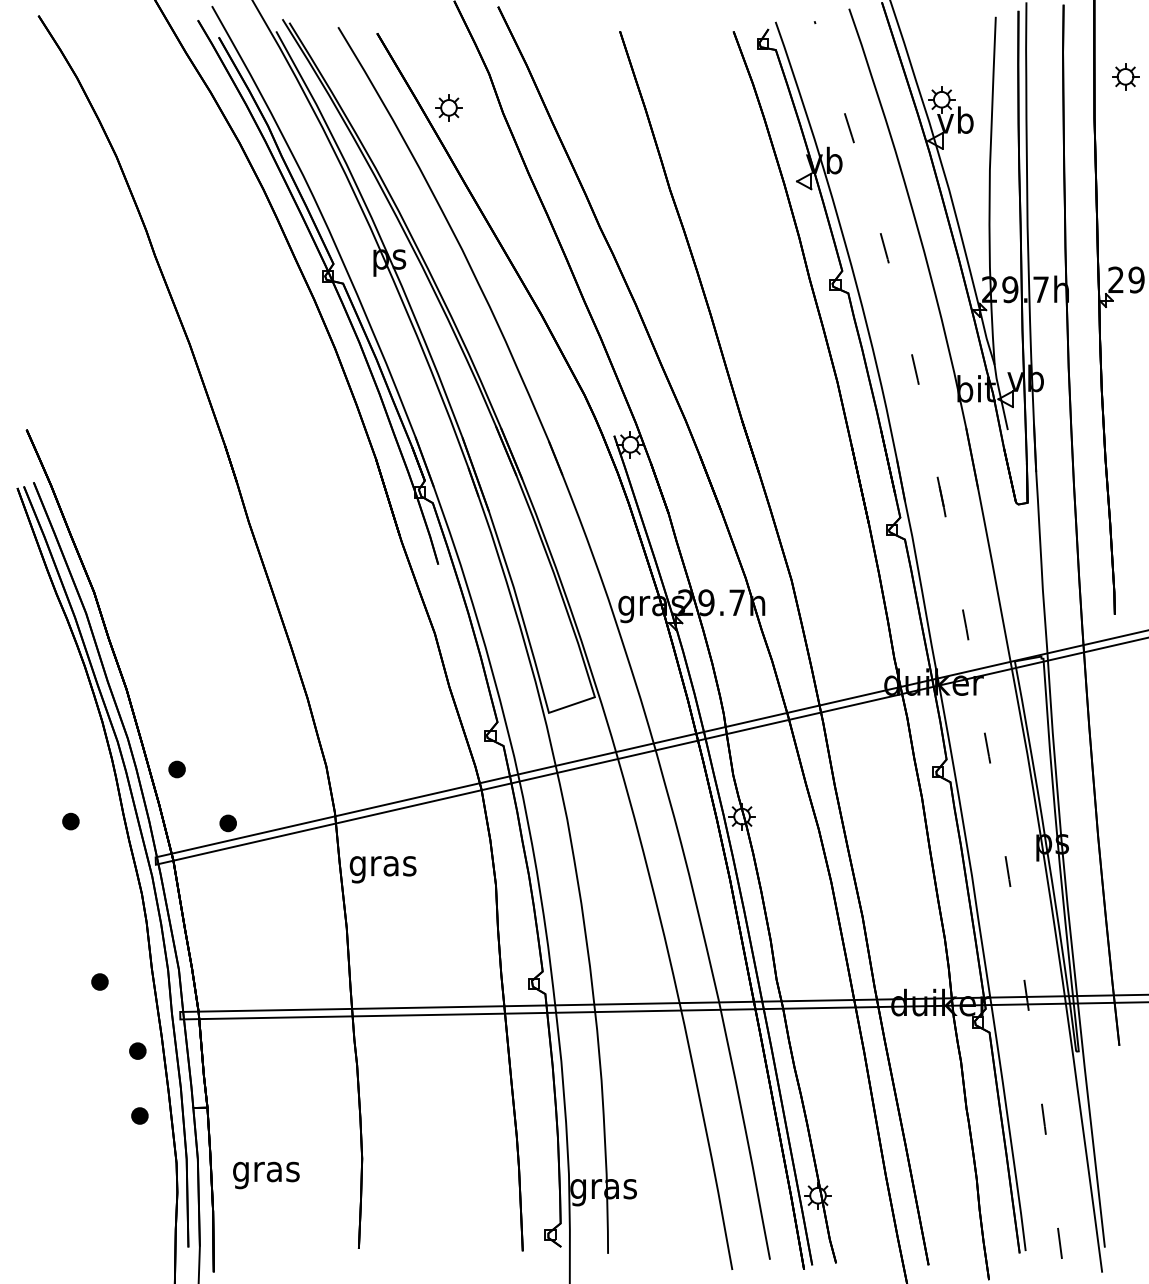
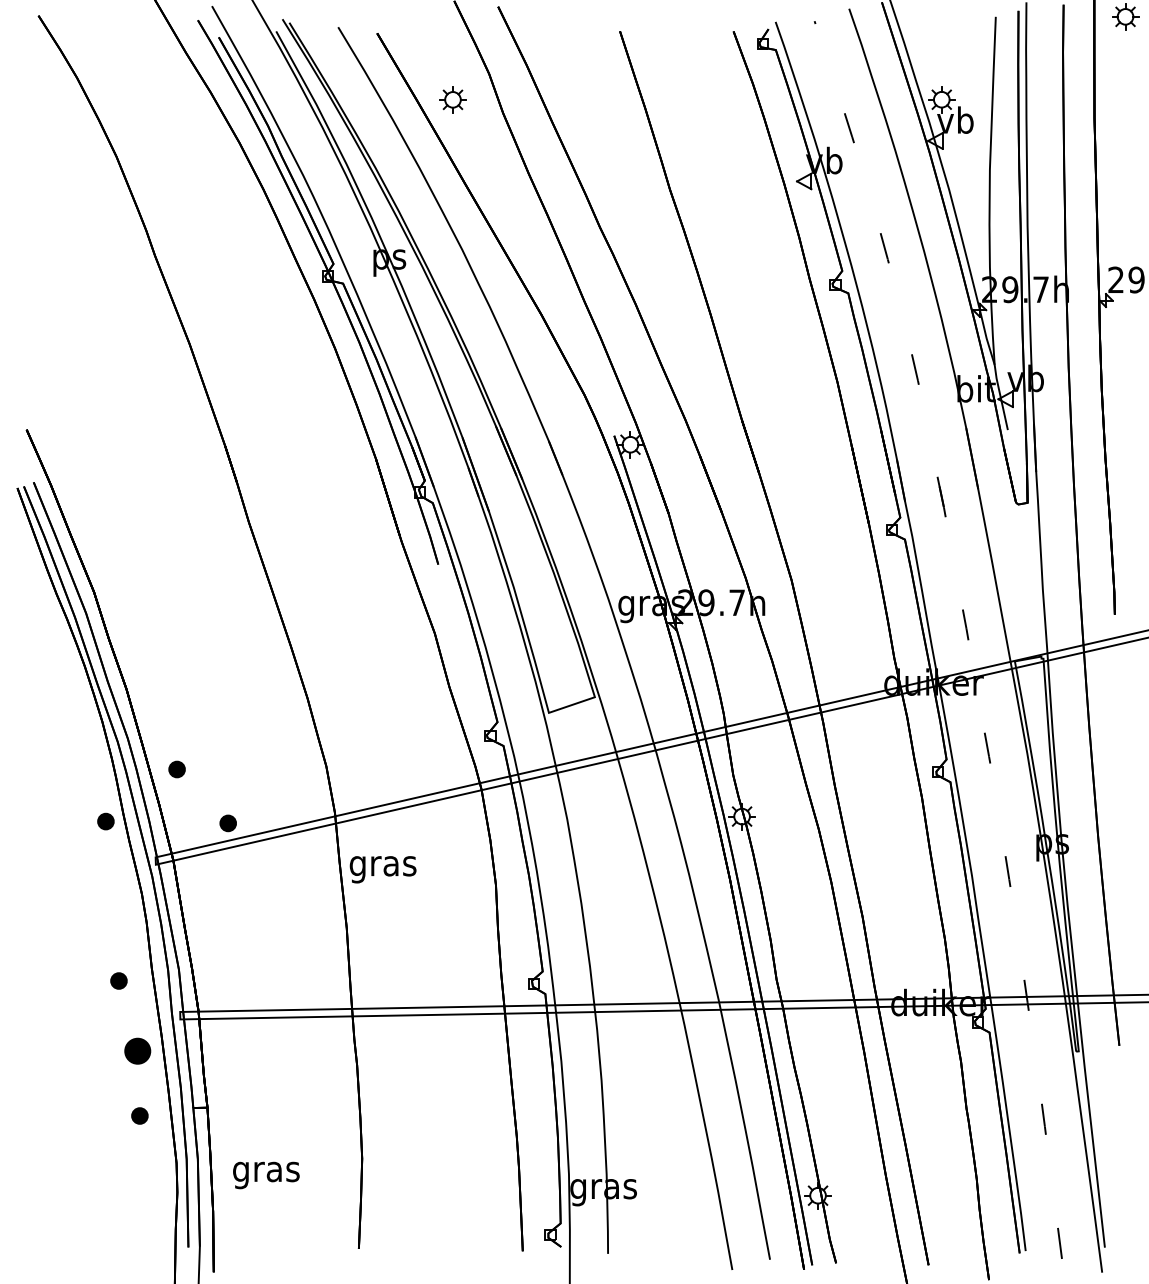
part at (1125, 76) position: (1125, 76) -> (1125, 16)
part at (448, 107) position: (448, 107) -> (452, 99)
part at (70, 821) position: (70, 821) -> (105, 821)
part at (99, 981) position: (99, 981) -> (118, 980)
part at (137, 1050) size: 18x18 px -> 28x28 px
